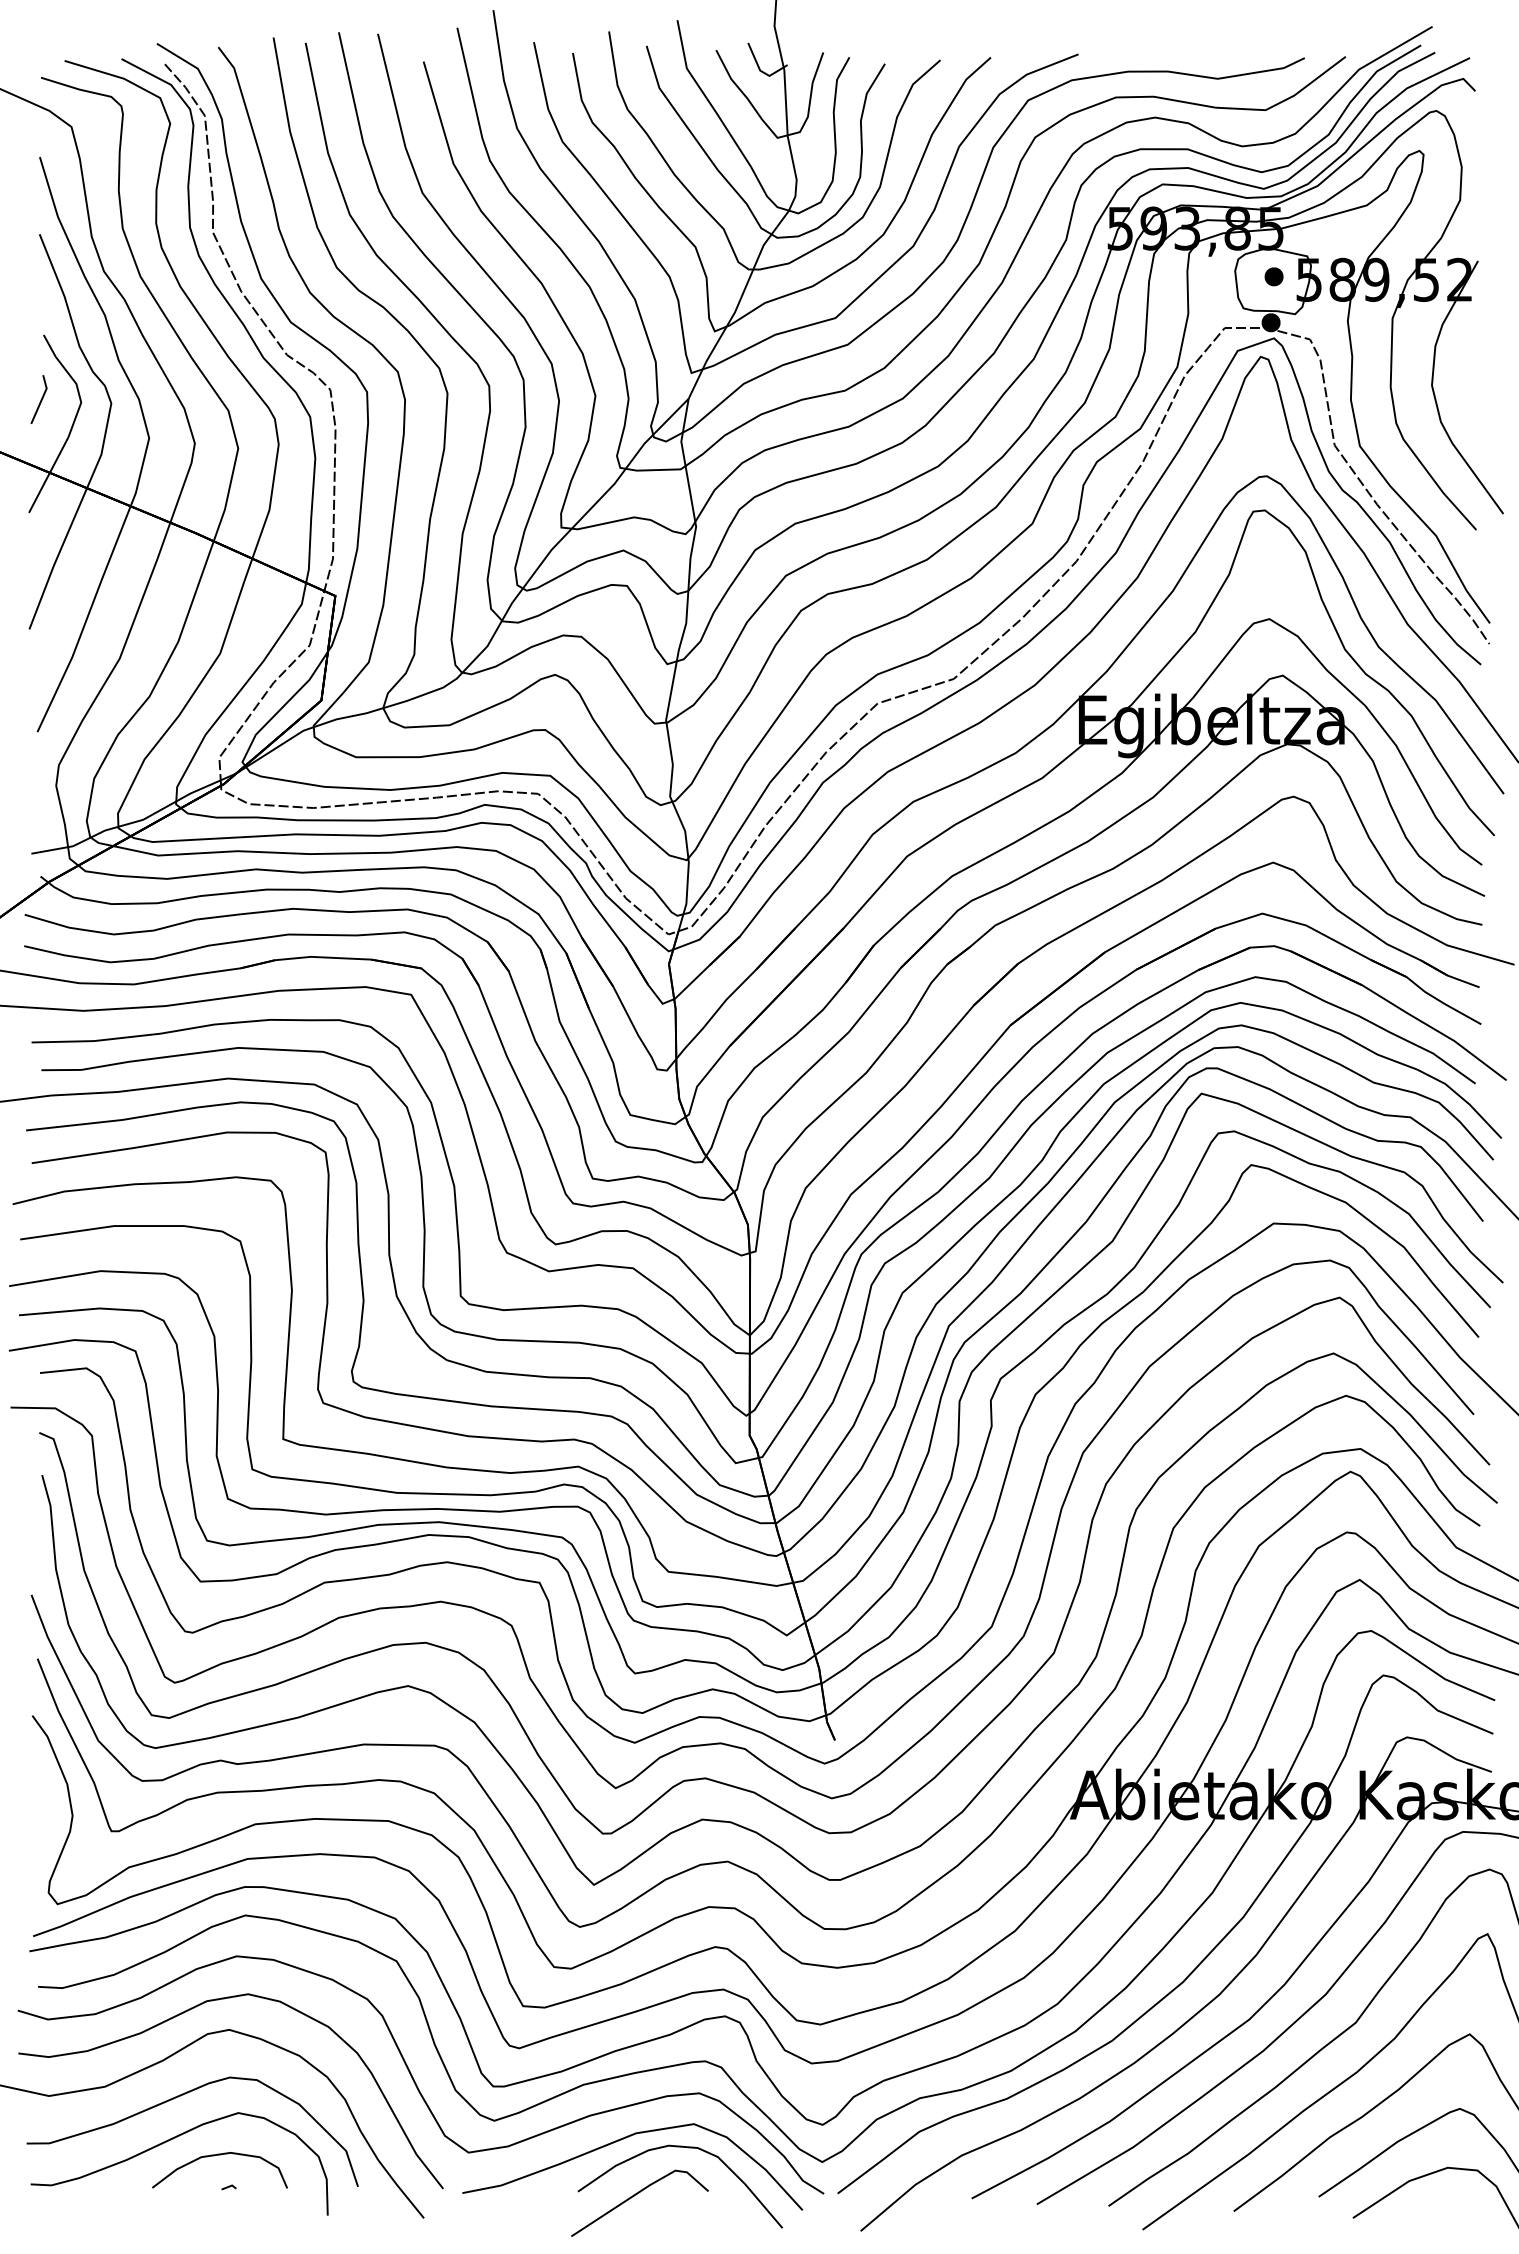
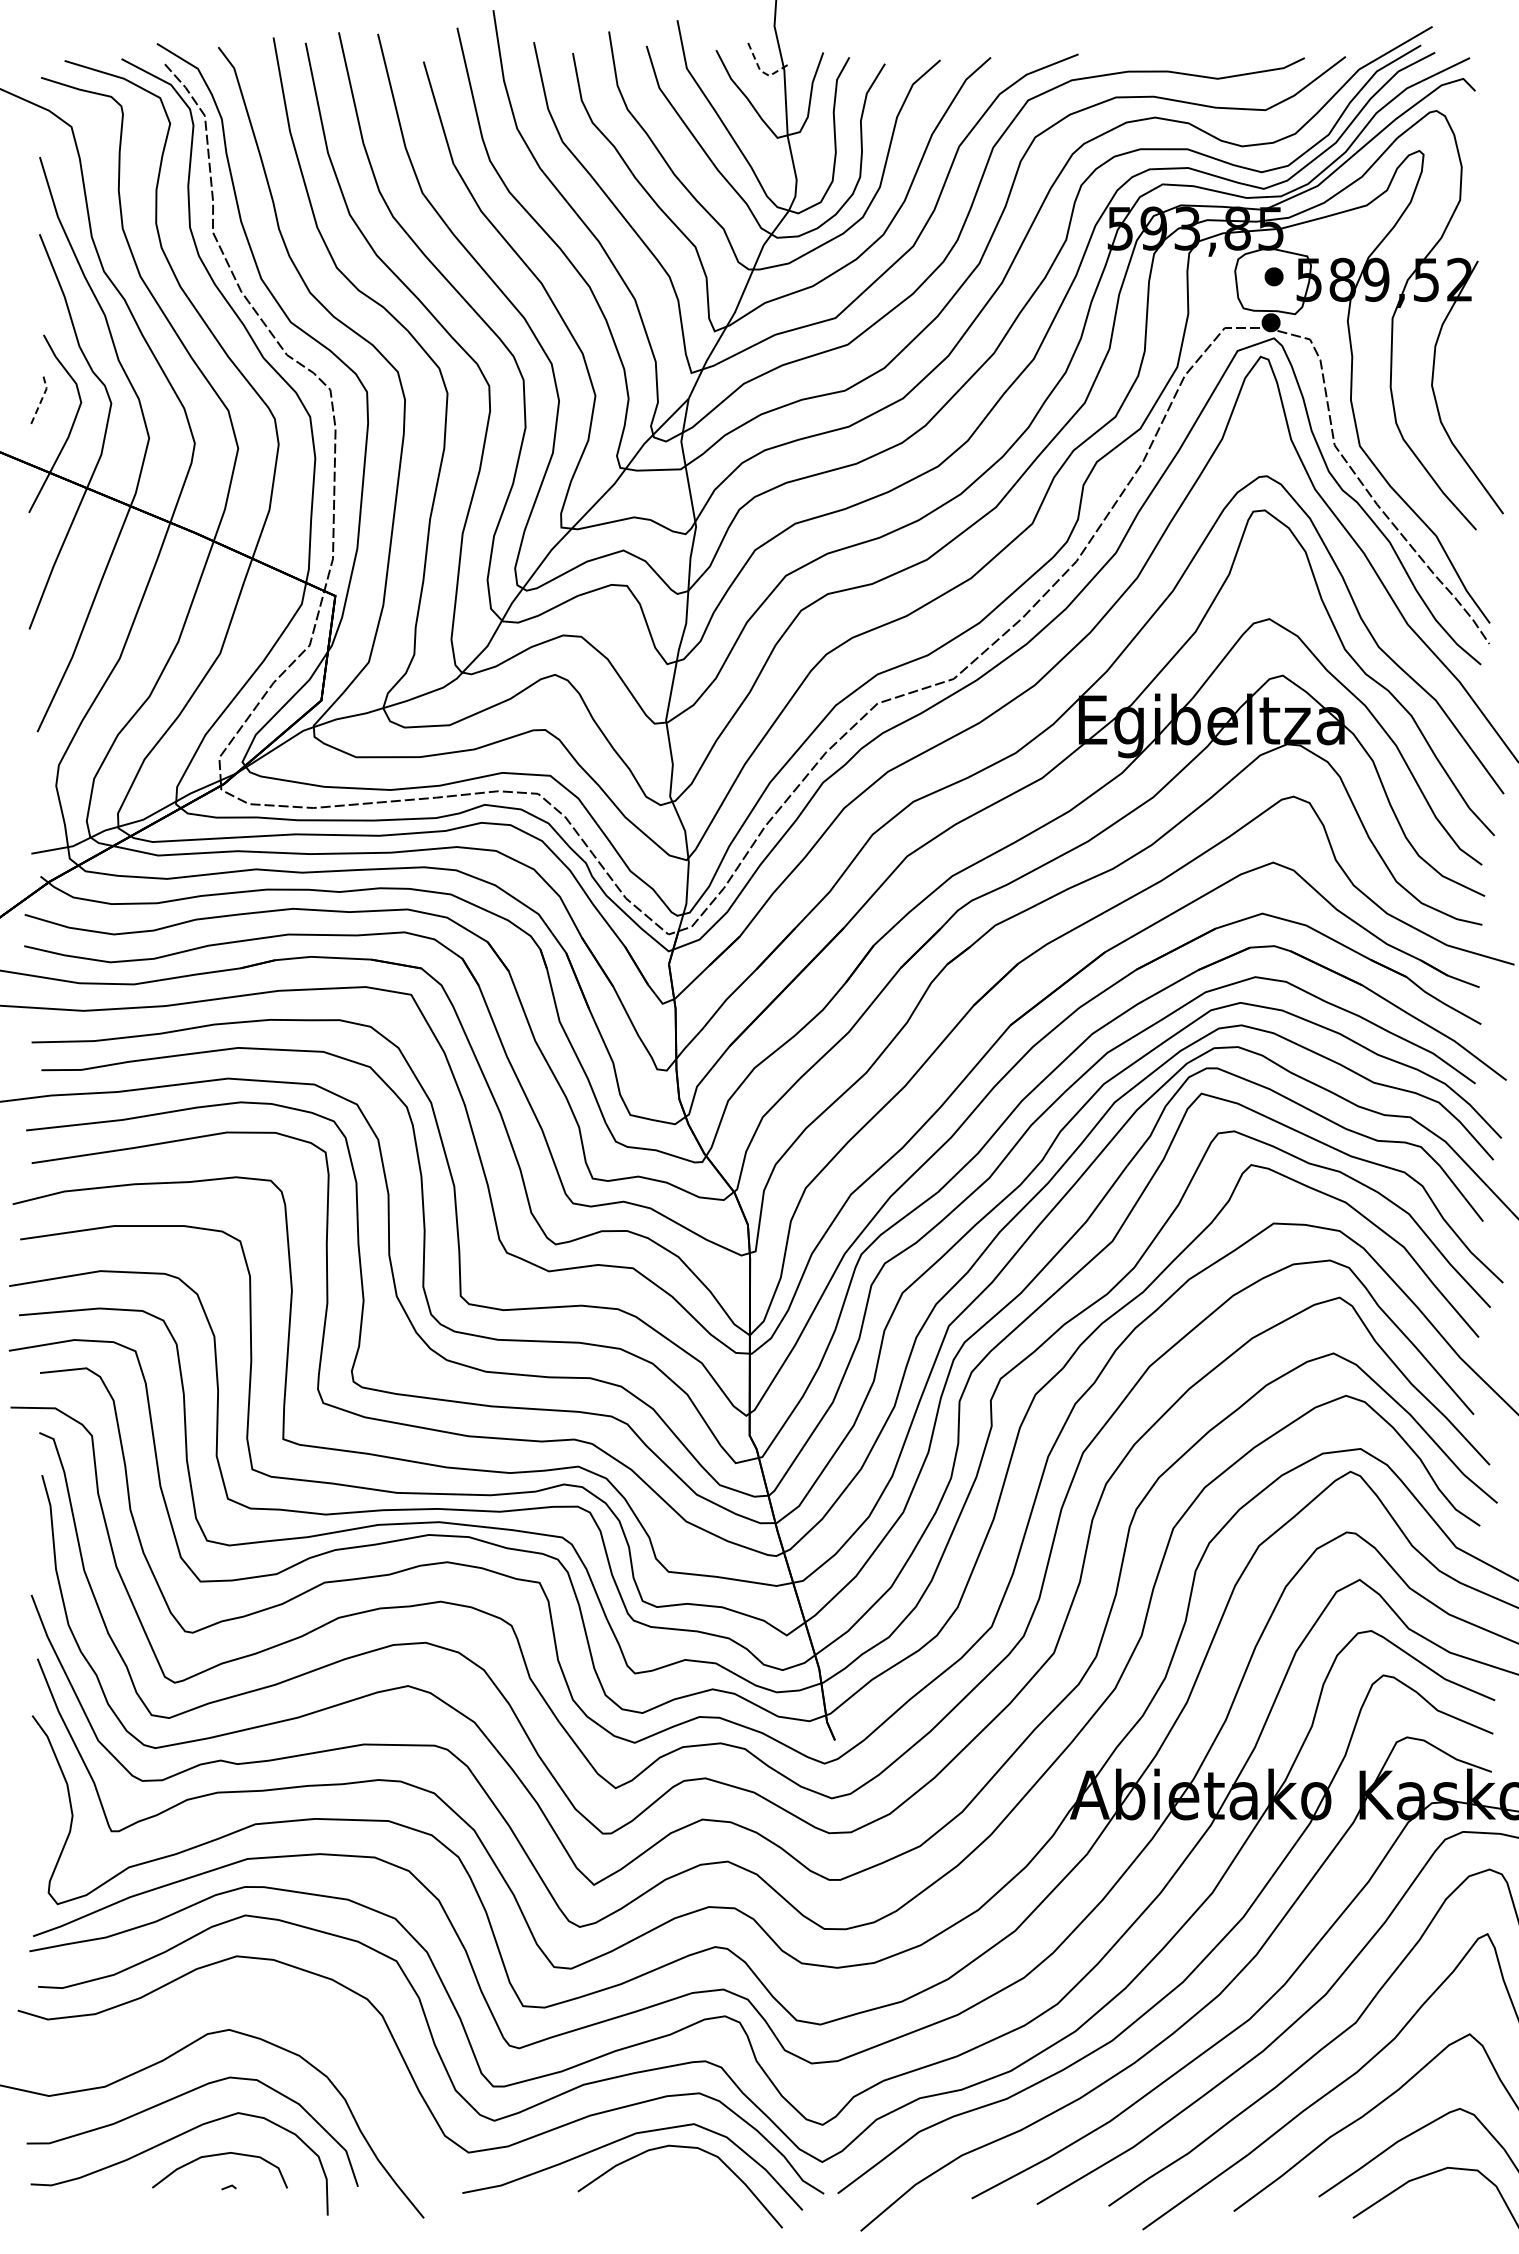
line at (761, 71): solid -> dashed
line at (41, 399): solid -> dashed
curve at (190, 2010): present -> none
line at (636, 2195): present -> none
